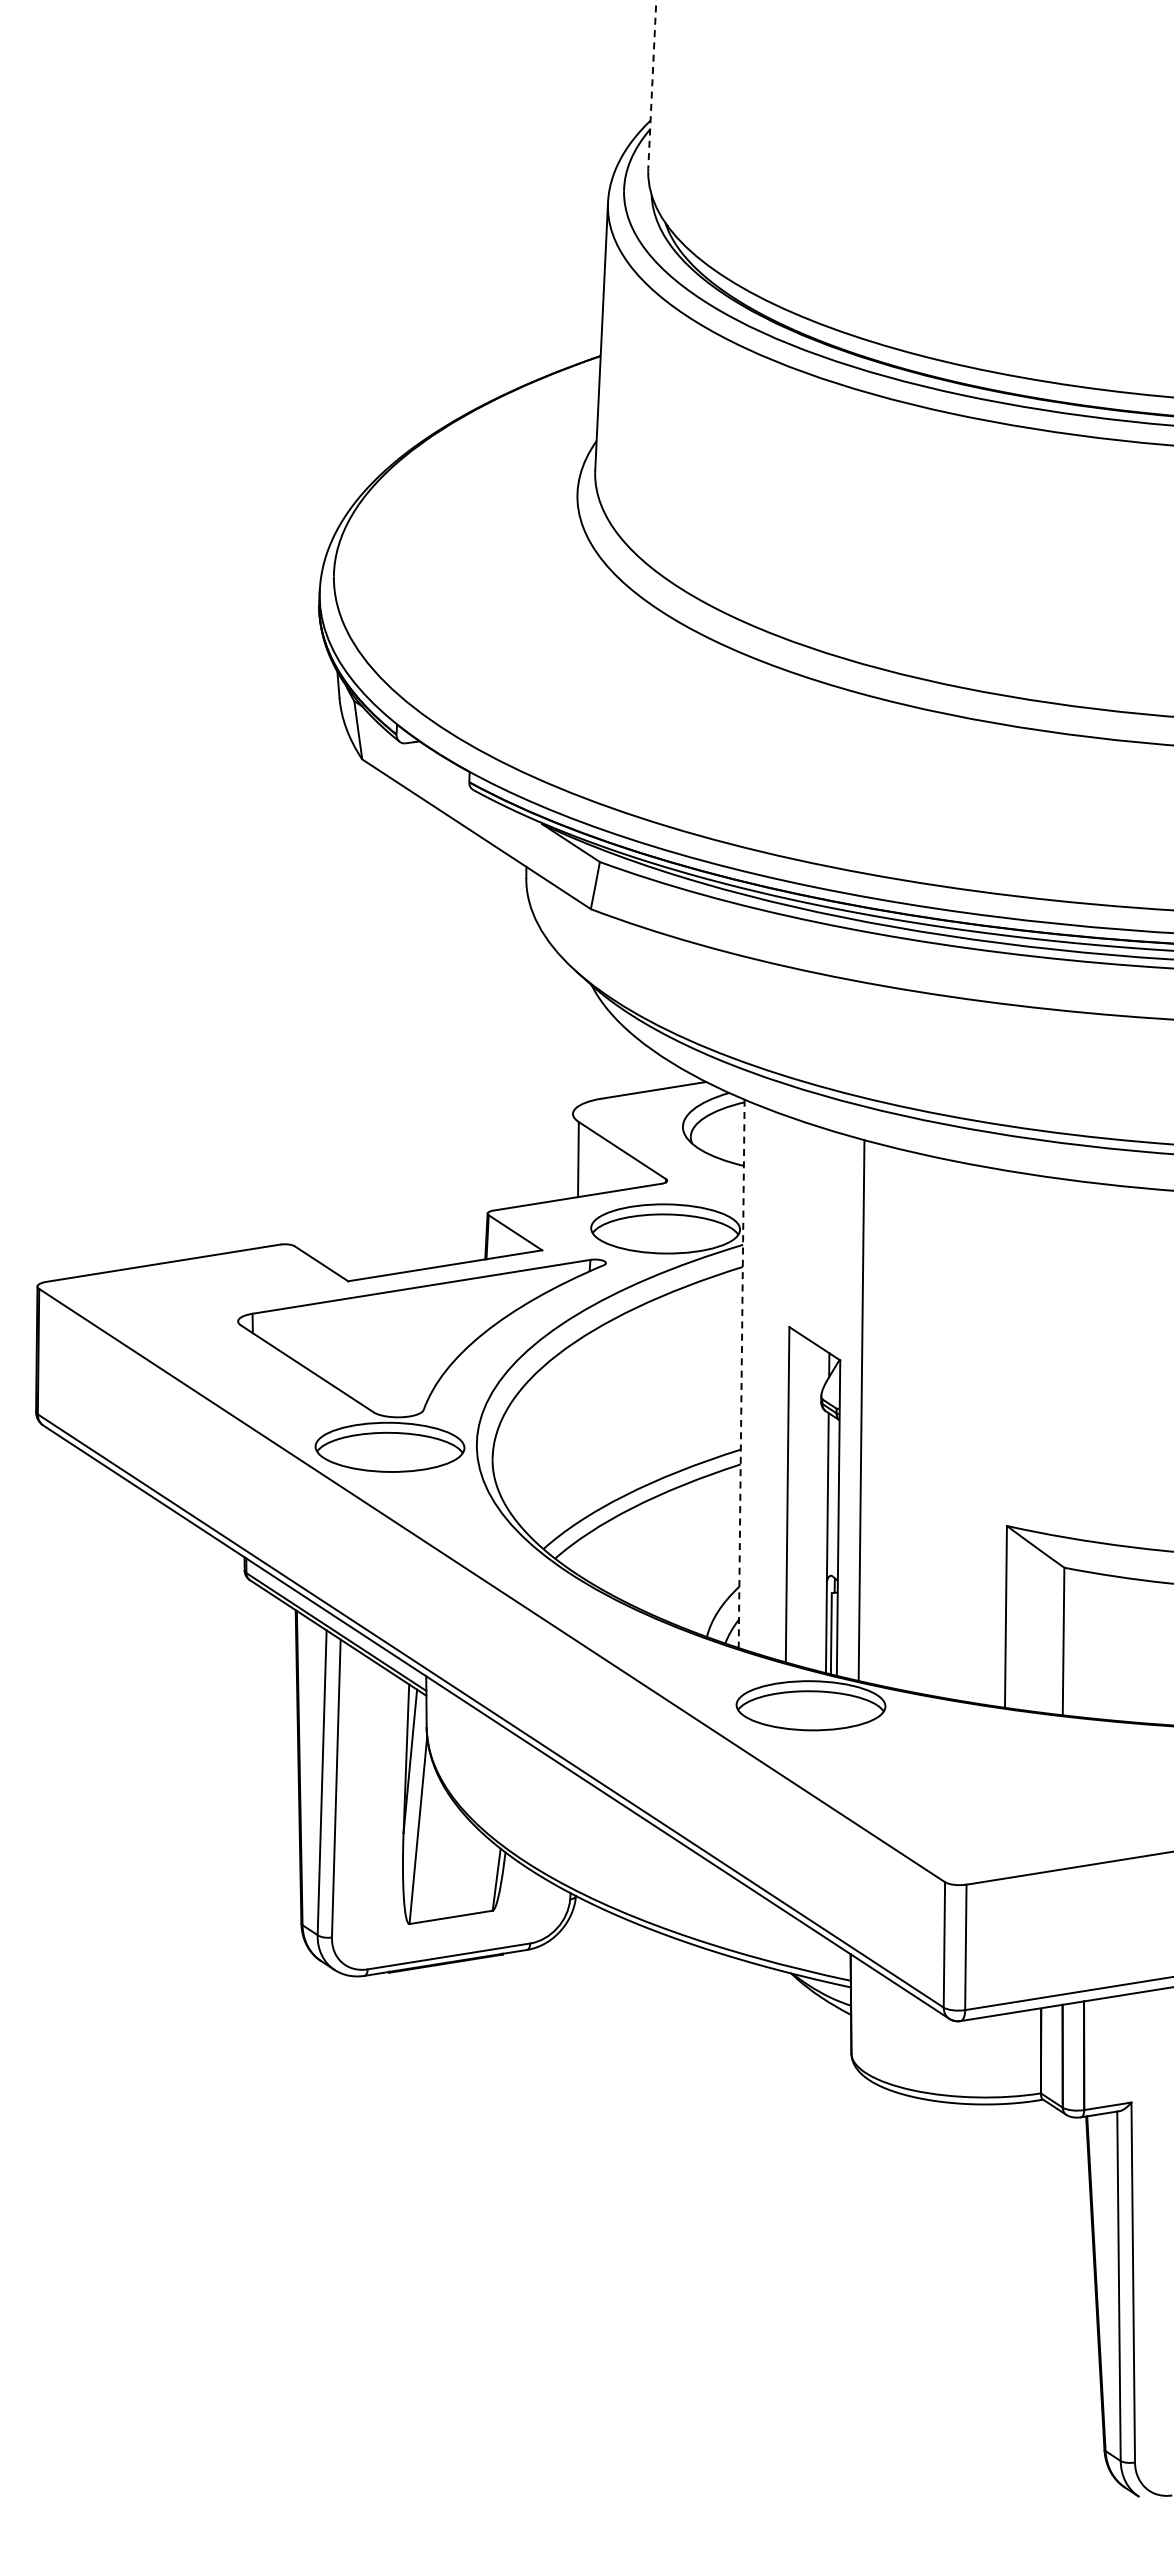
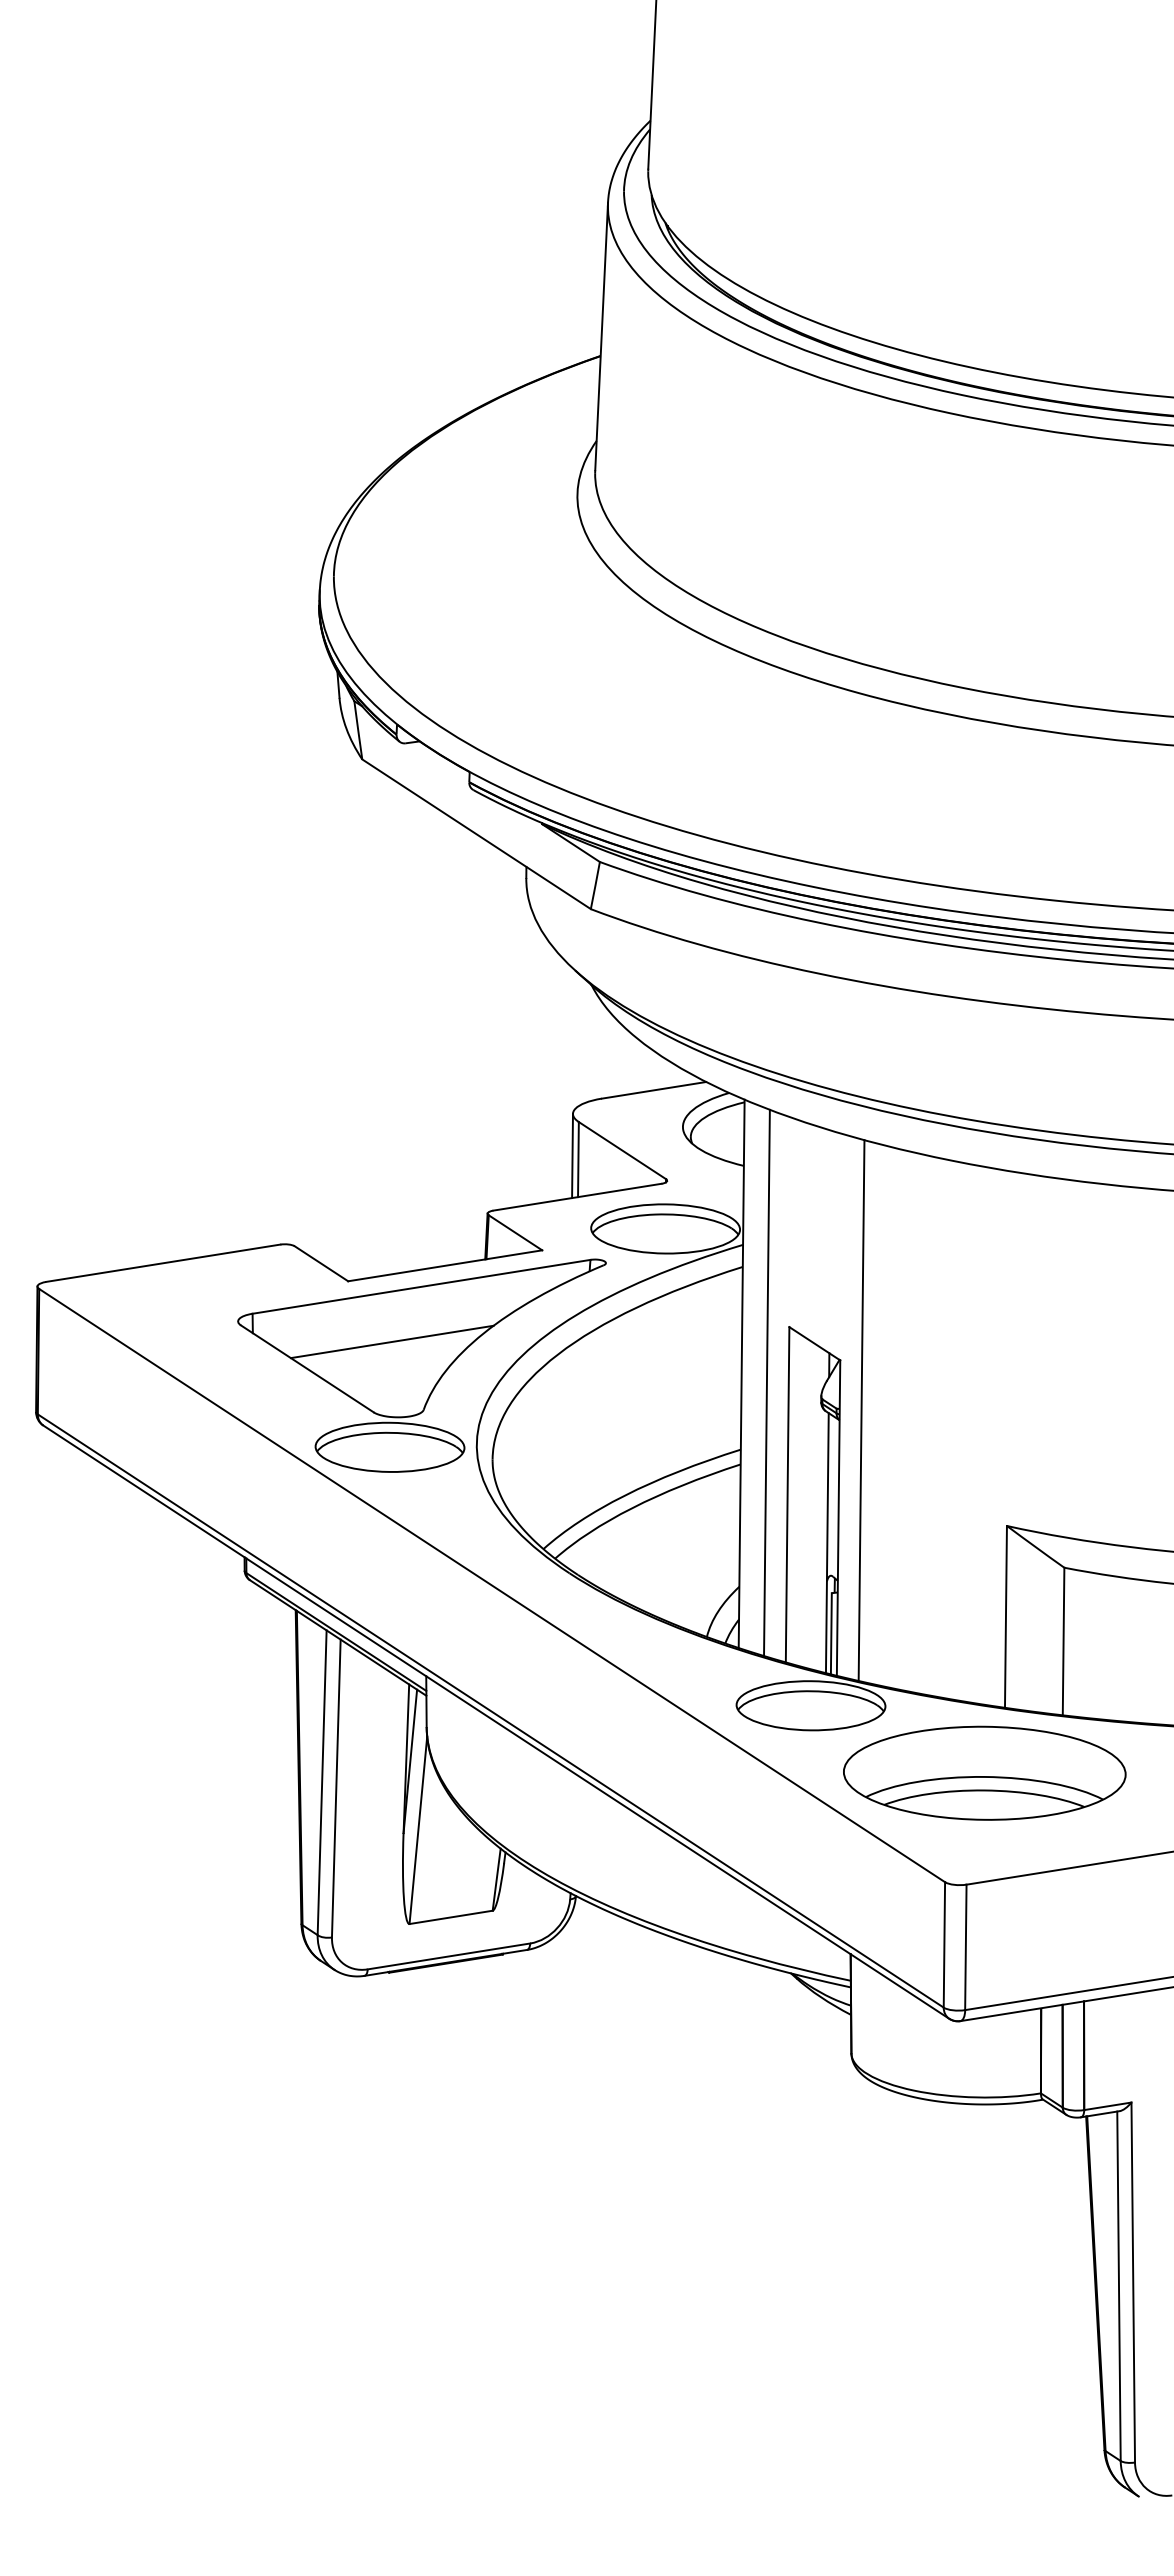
line at (652, 84): dashed -> solid
line at (572, 1155): none -> present
line at (391, 1341): none -> present
line at (741, 1374): dashed -> solid
line at (766, 1382): none -> present
part at (984, 1772): none -> present
